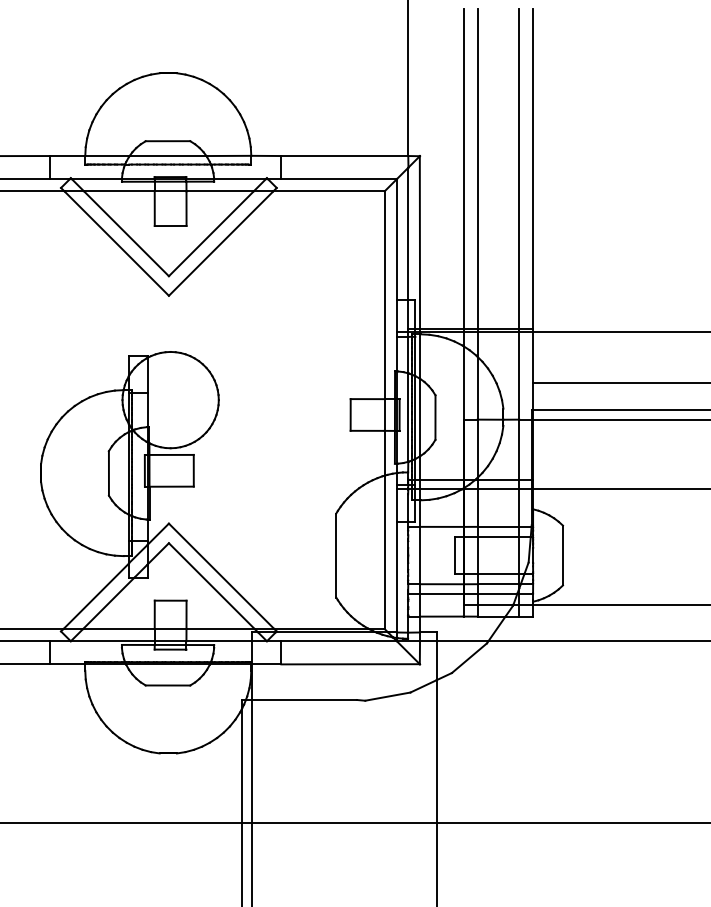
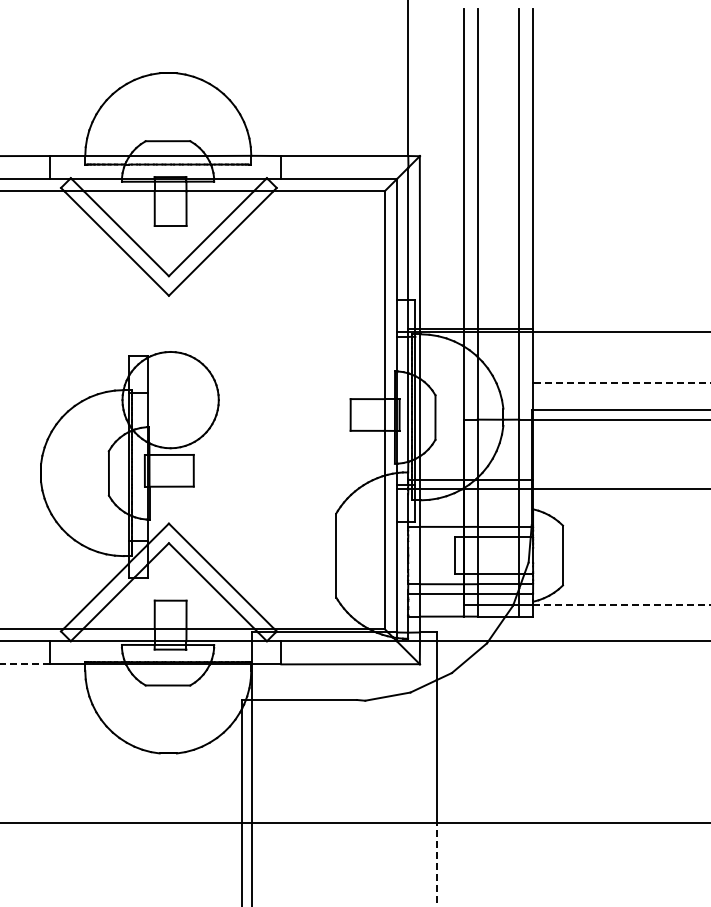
line at (621, 382): solid -> dashed
line at (622, 604): solid -> dashed
line at (25, 664): solid -> dashed
line at (436, 864): solid -> dashed
